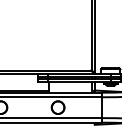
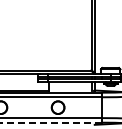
line at (50, 122): solid -> dashed
